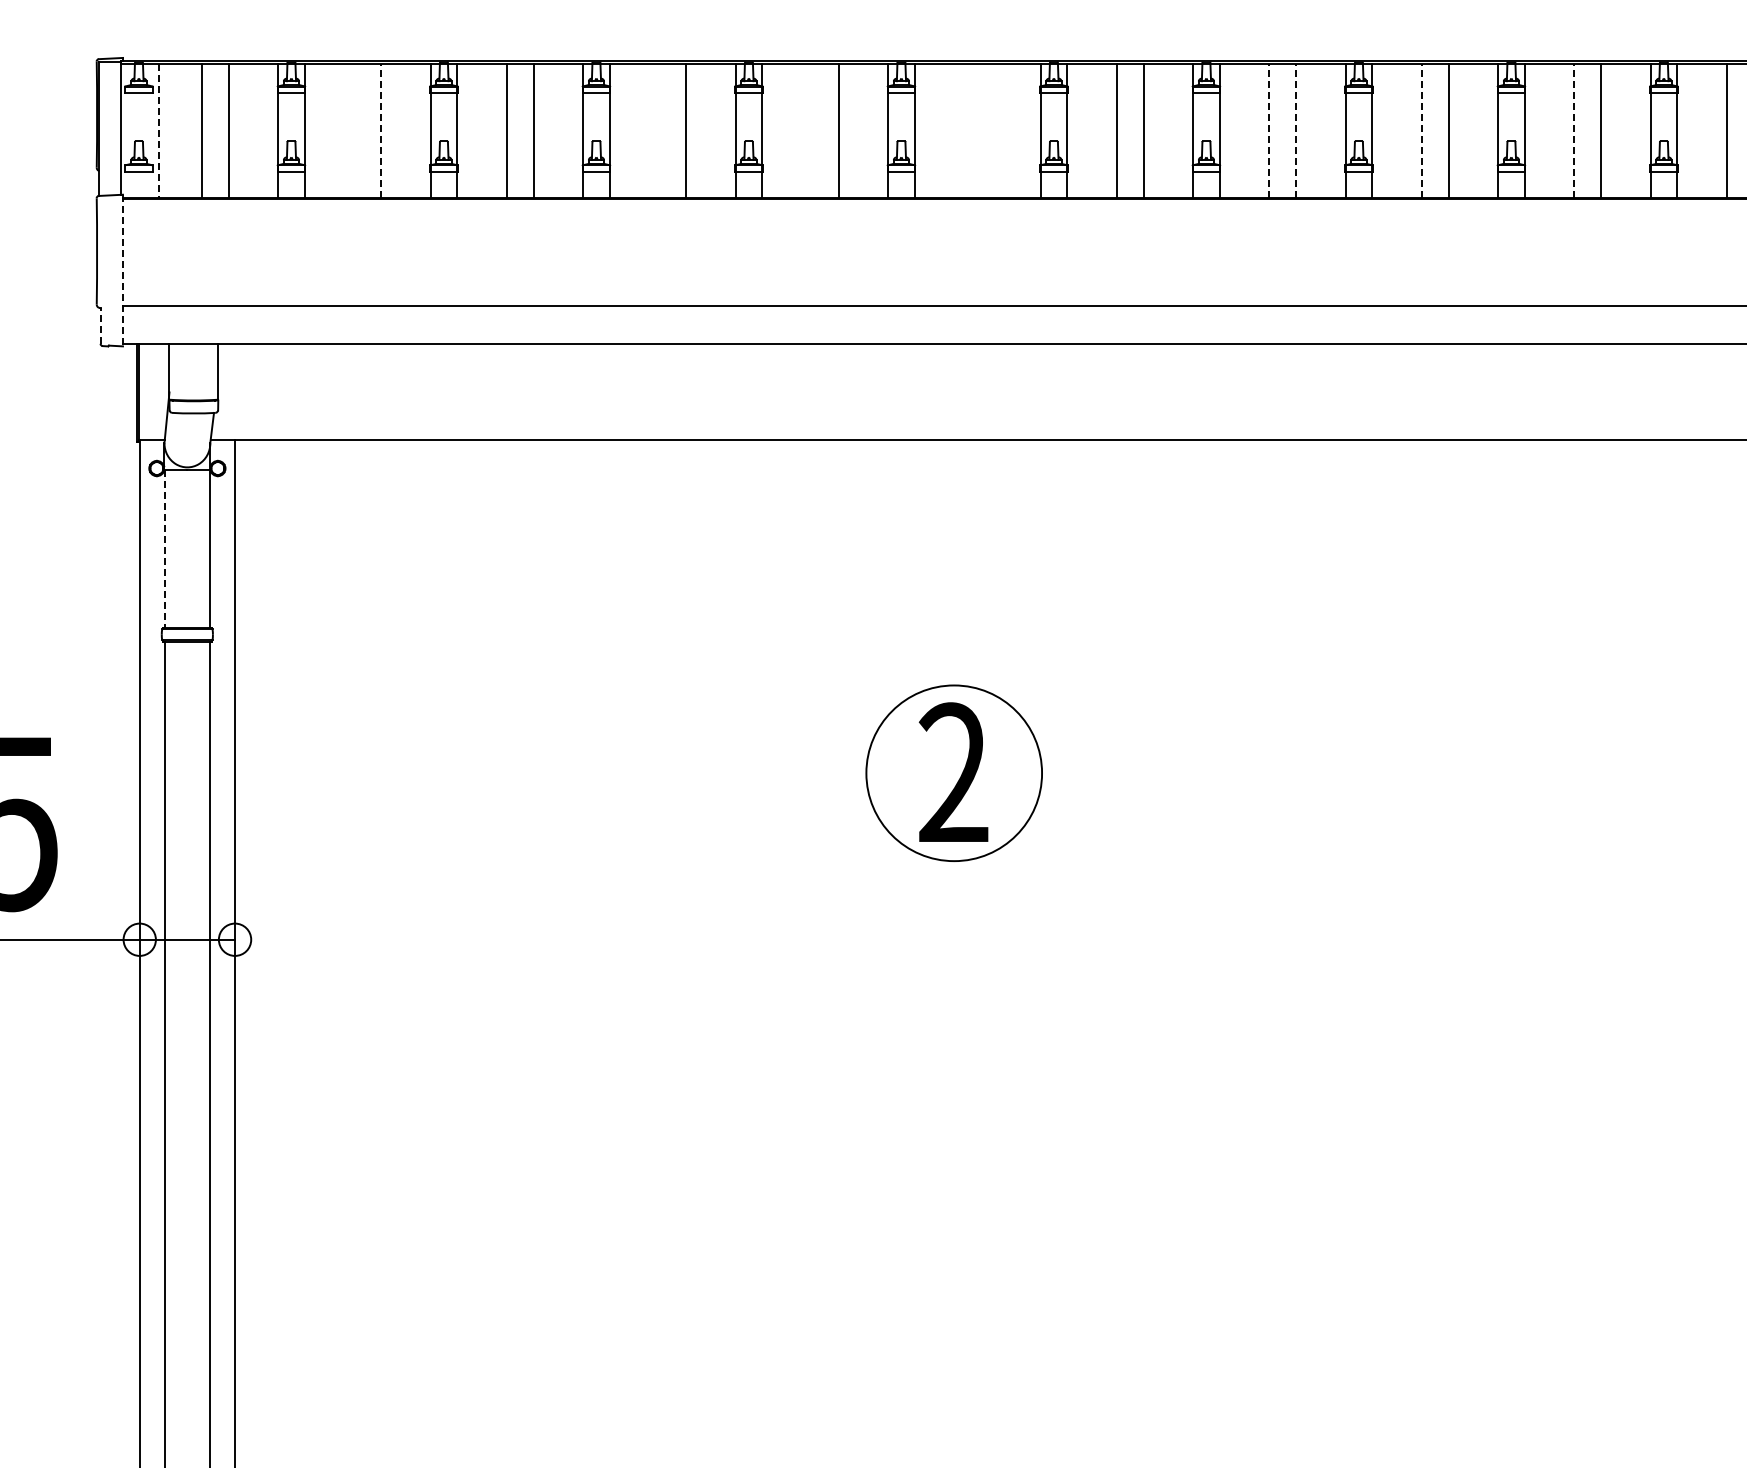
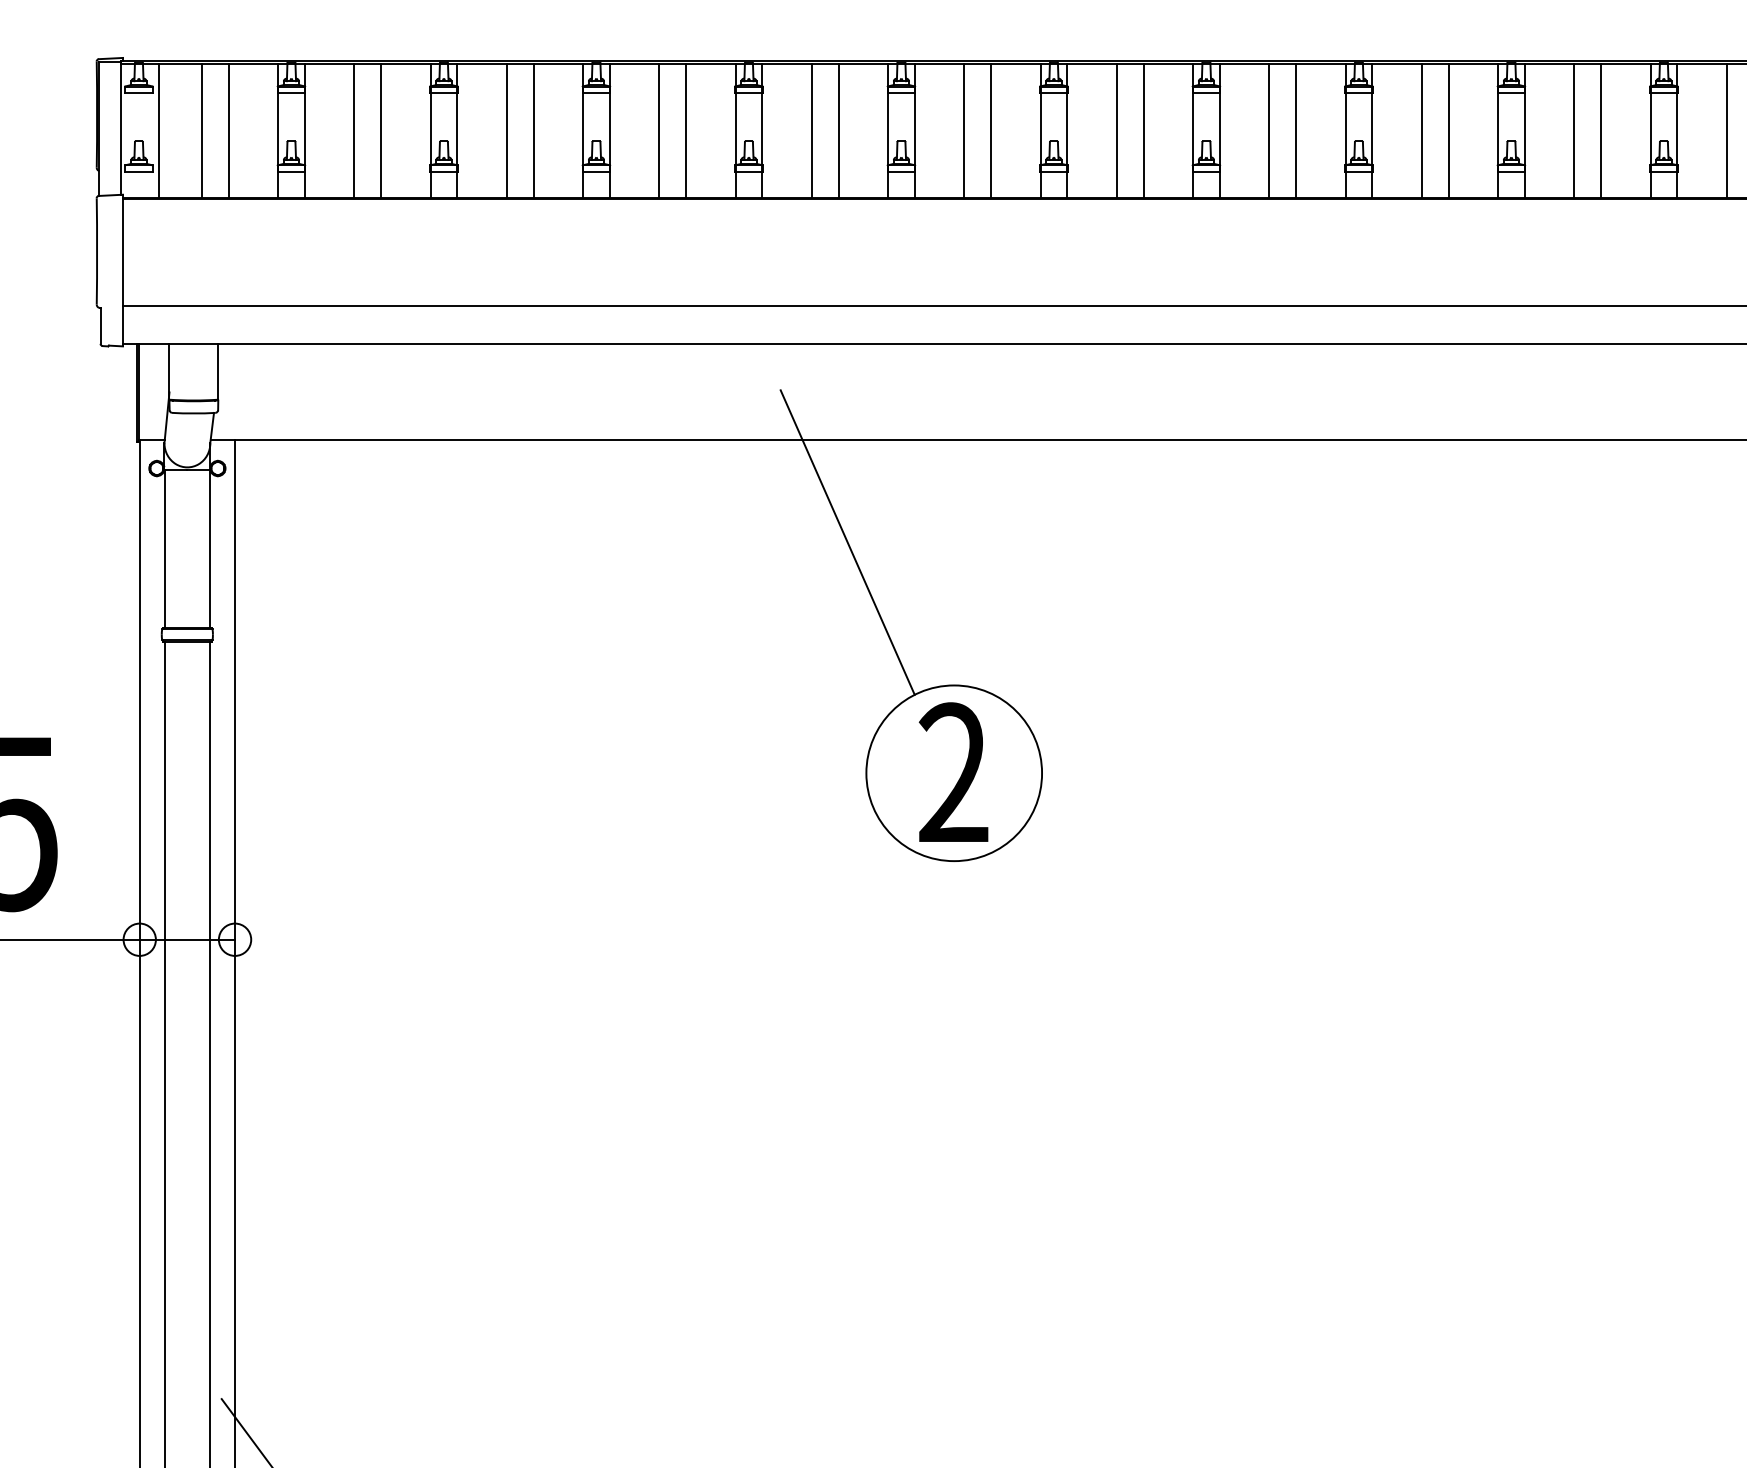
line at (354, 130): none -> present
line at (381, 130): dashed -> solid
line at (659, 130): none -> present
line at (811, 130): none -> present
line at (964, 130): none -> present
line at (991, 130): none -> present
line at (1269, 130): dashed -> solid
line at (1296, 130): dashed -> solid
line at (1421, 130): dashed -> solid
line at (1574, 130): dashed -> solid
line at (159, 131): dashed -> solid
line at (122, 270): dashed -> solid
line at (100, 325): dashed -> solid
line at (847, 542): none -> present
line at (164, 549): dashed -> solid
line at (245, 1431): none -> present
